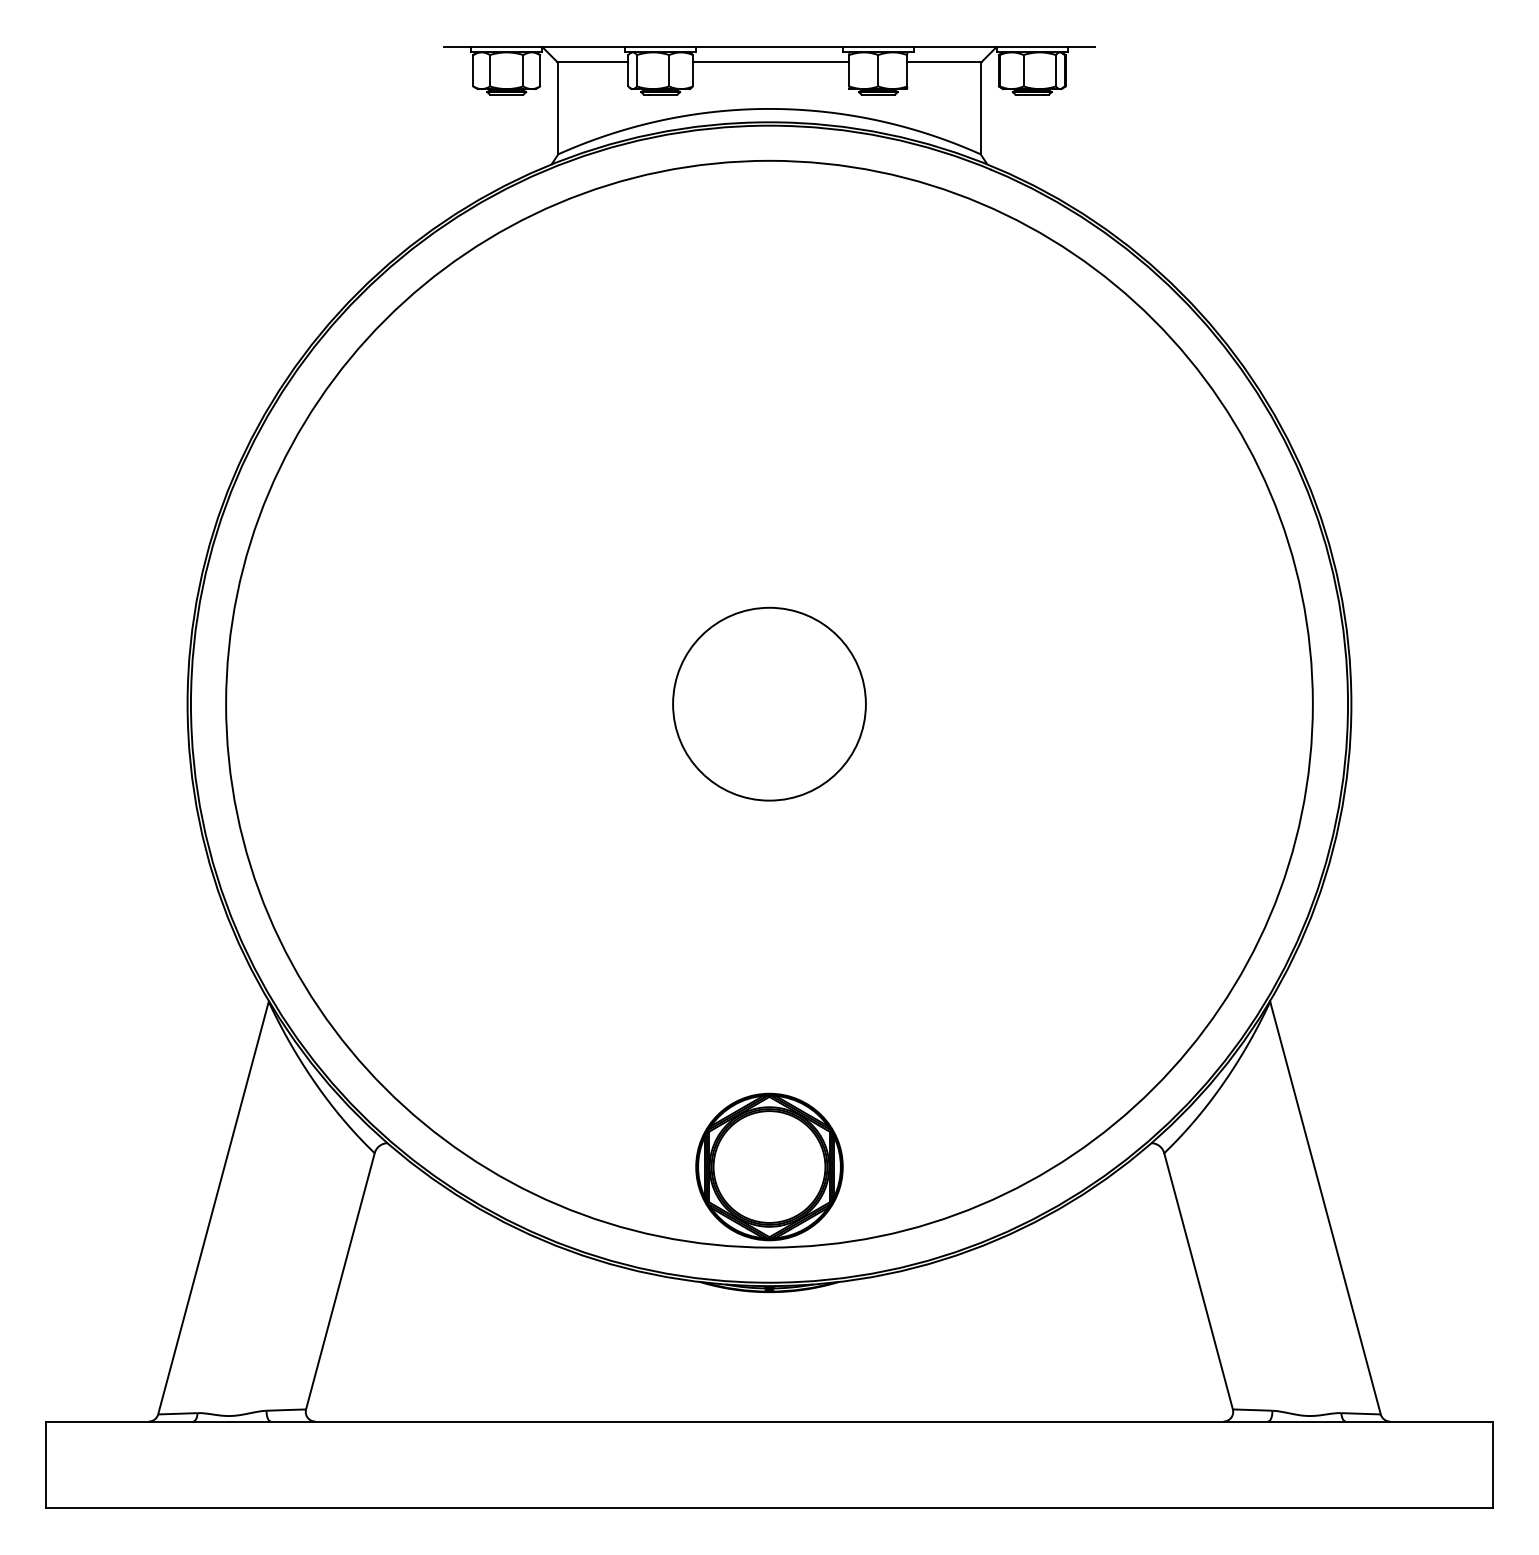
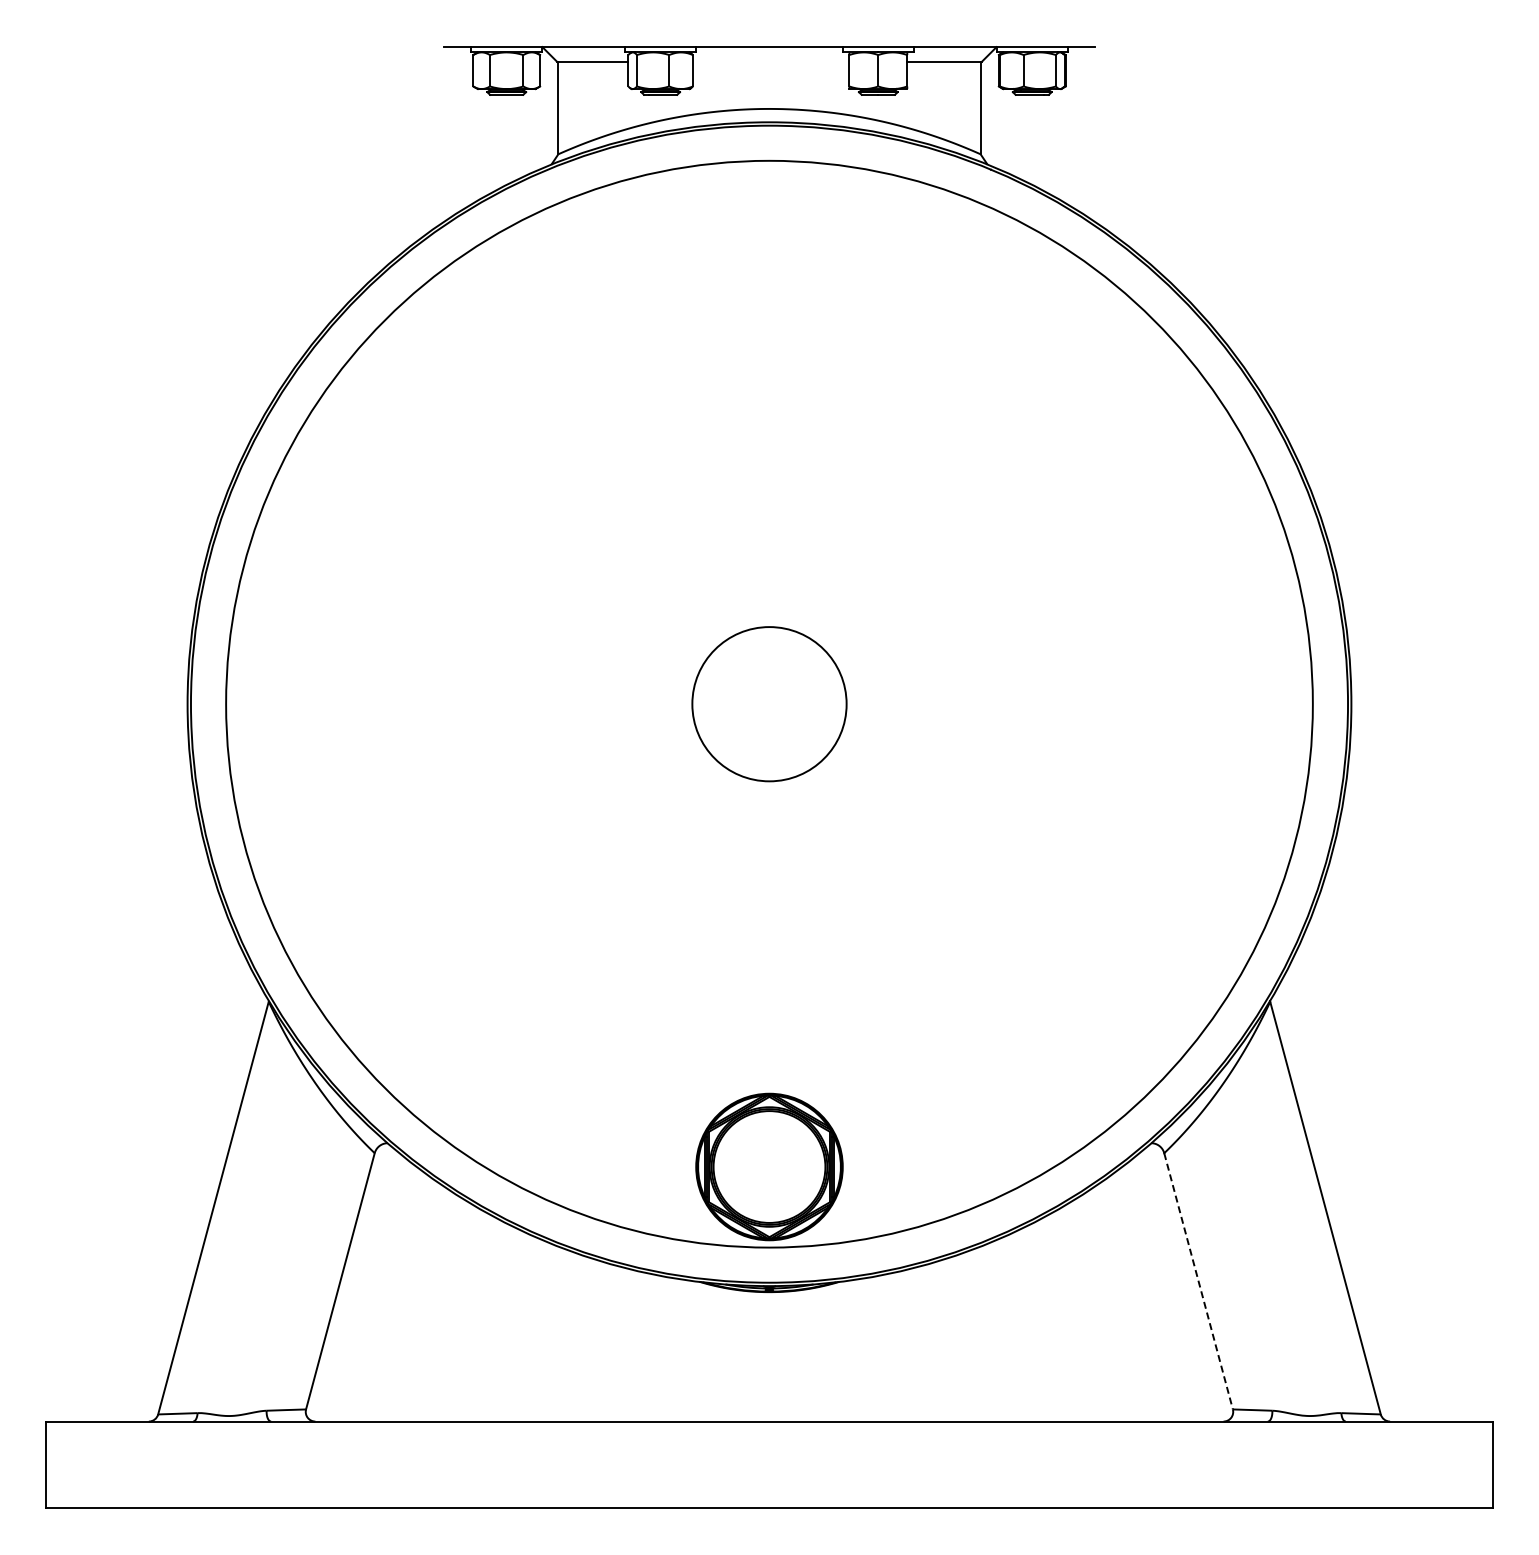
line at (770, 62): present -> none
circle at (769, 703) diameter: 193 px -> 154 px
line at (1198, 1281): solid -> dashed
